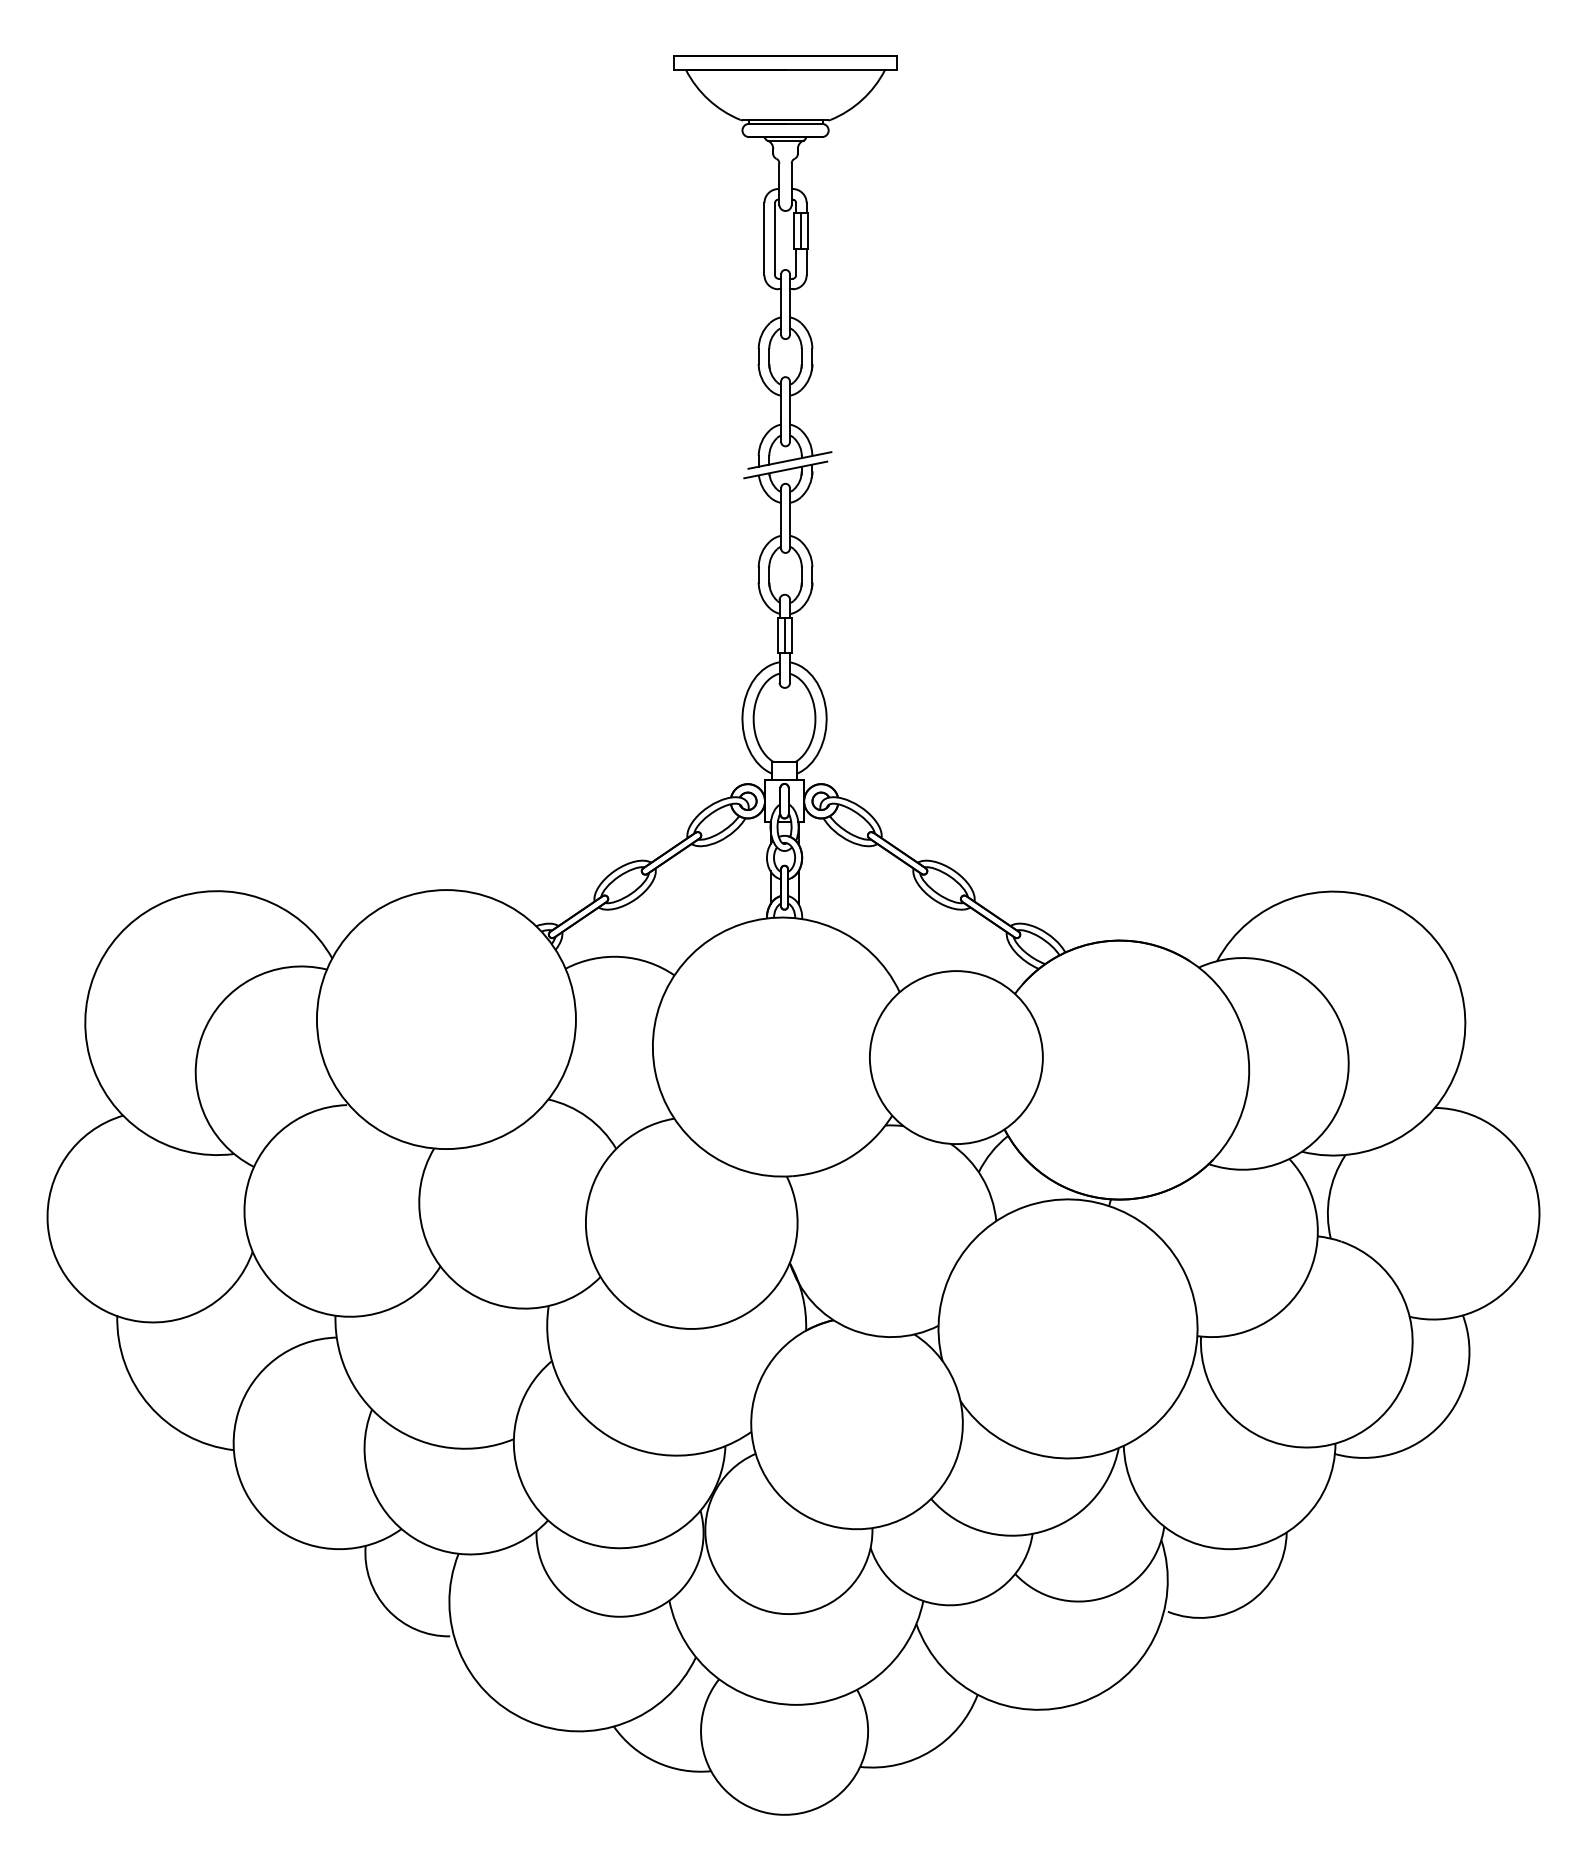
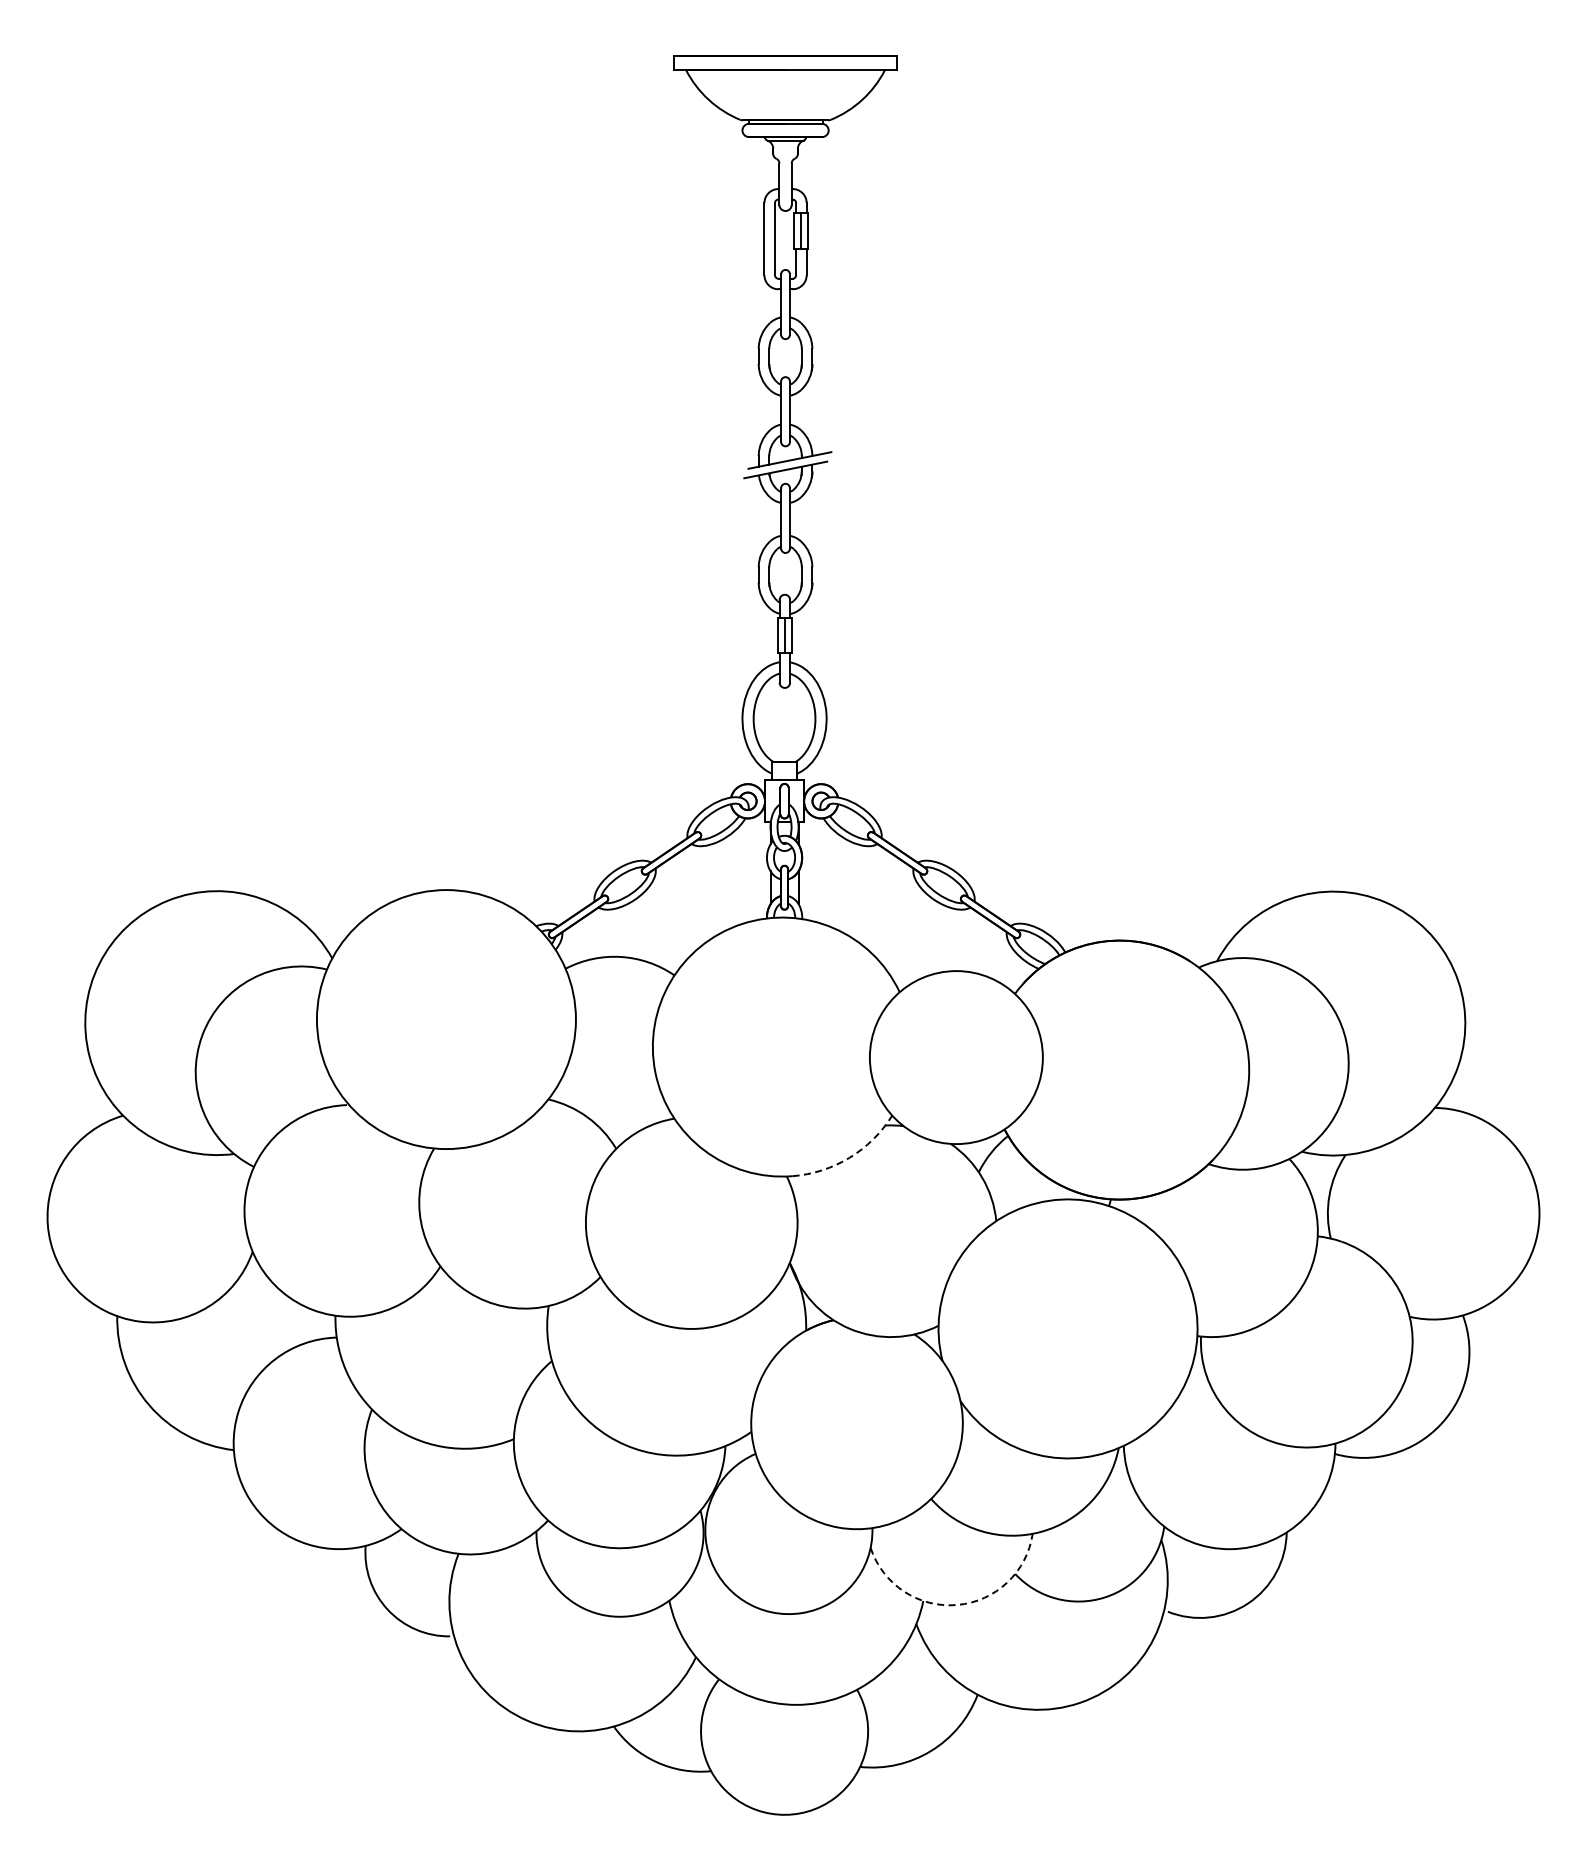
arc at (849, 1157): solid -> dashed
arc at (957, 1605): solid -> dashed
